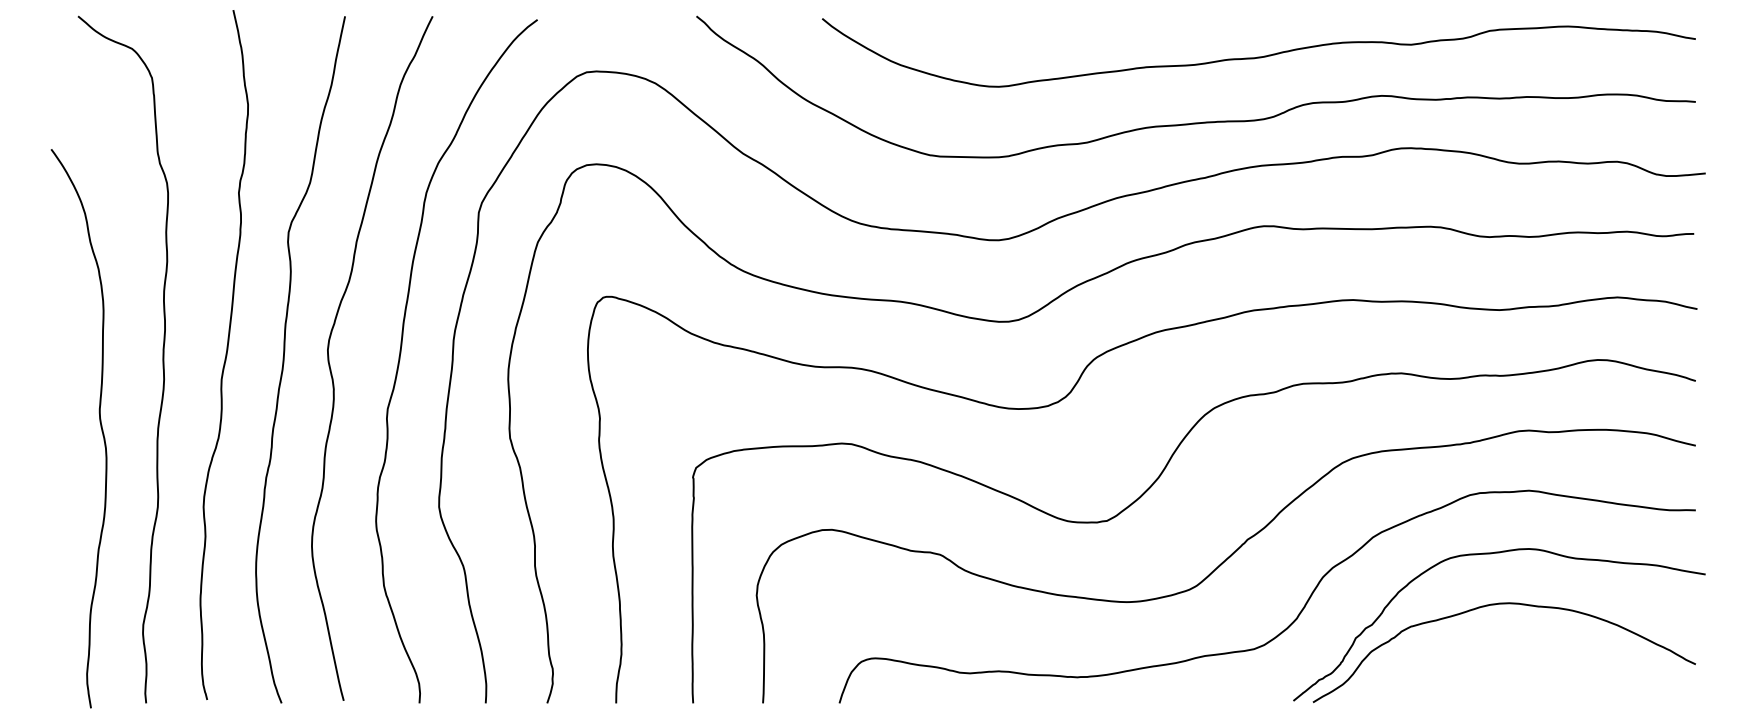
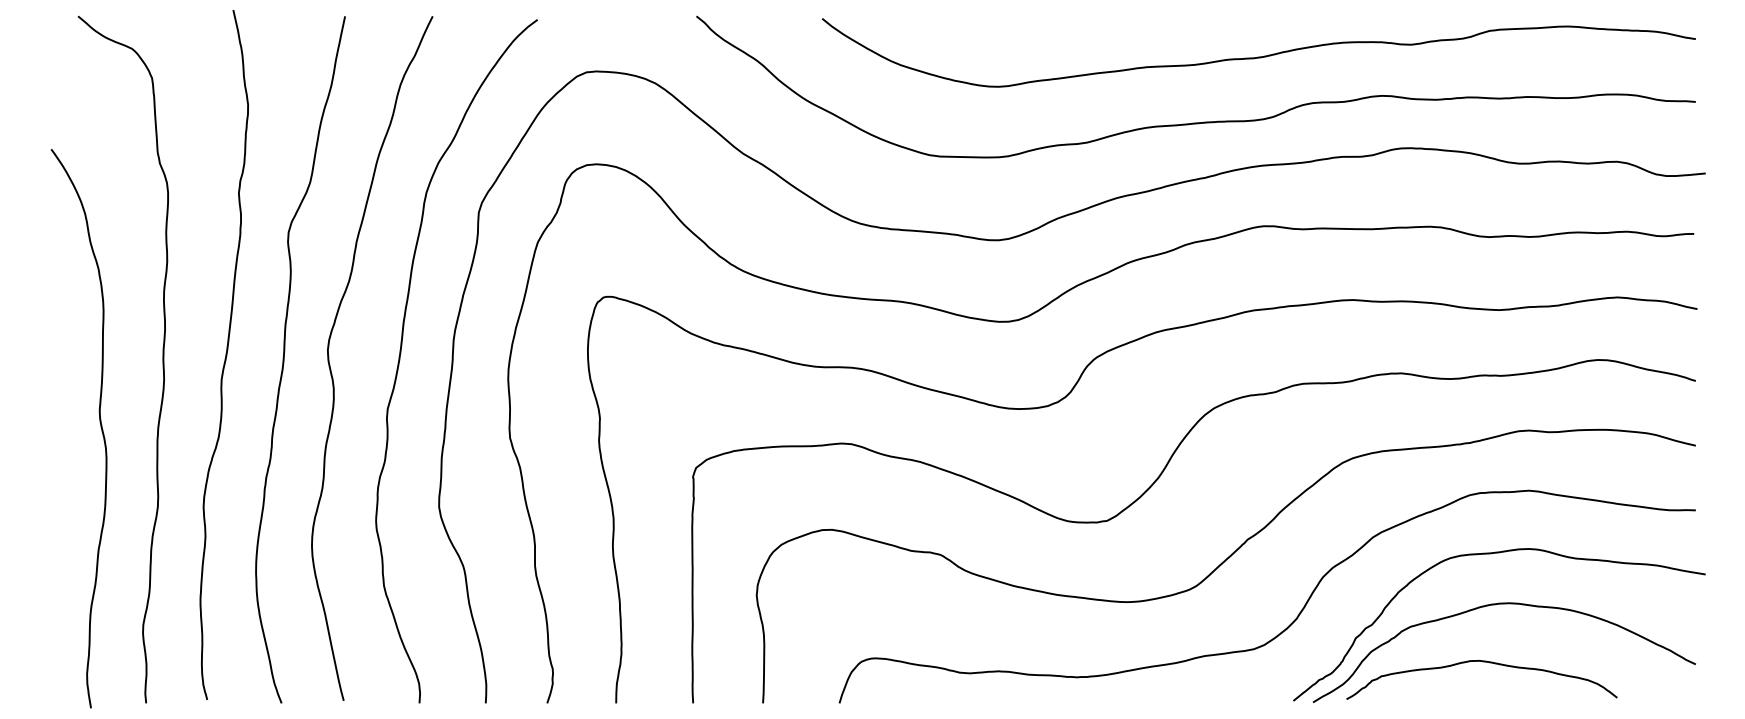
curve at (1482, 662): none -> present
